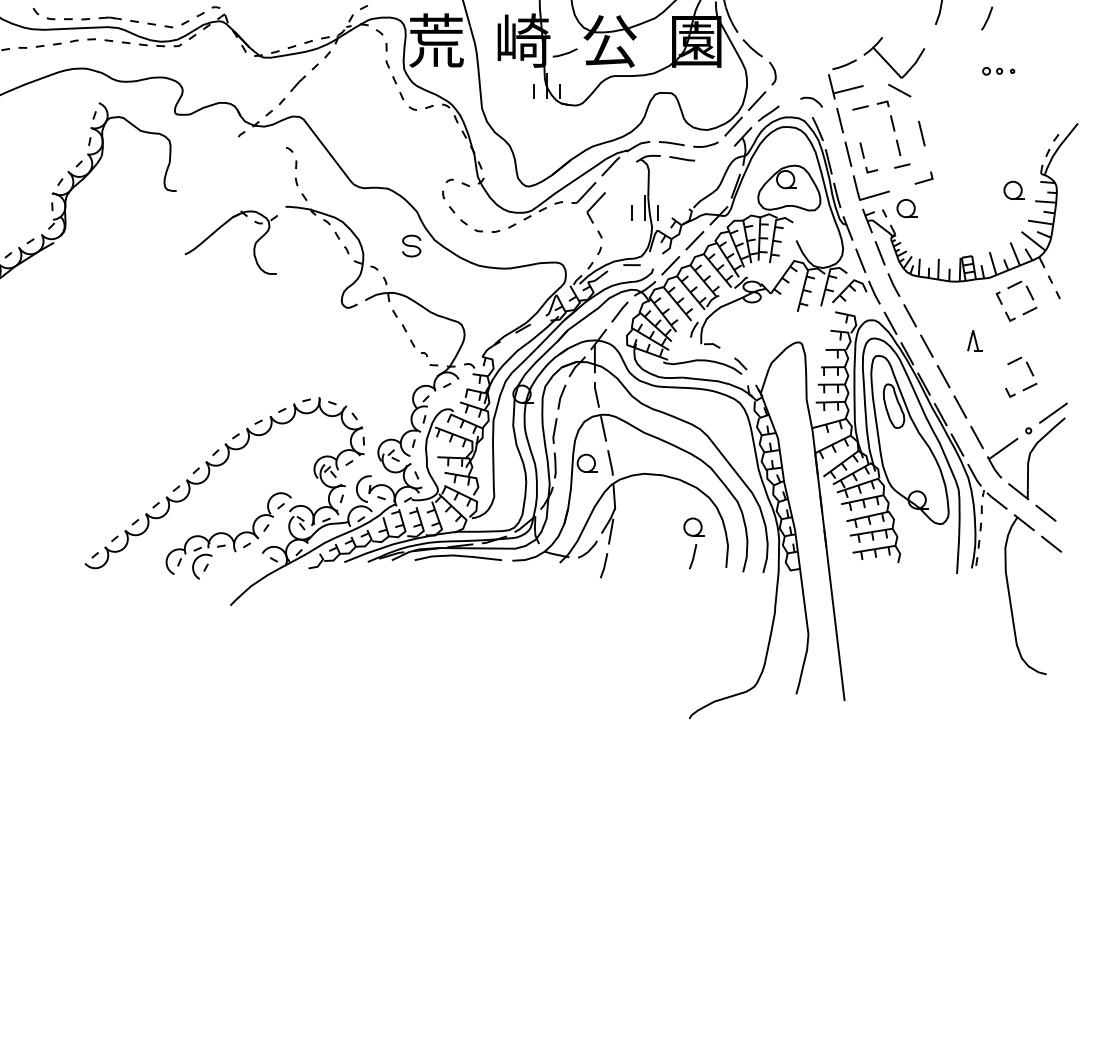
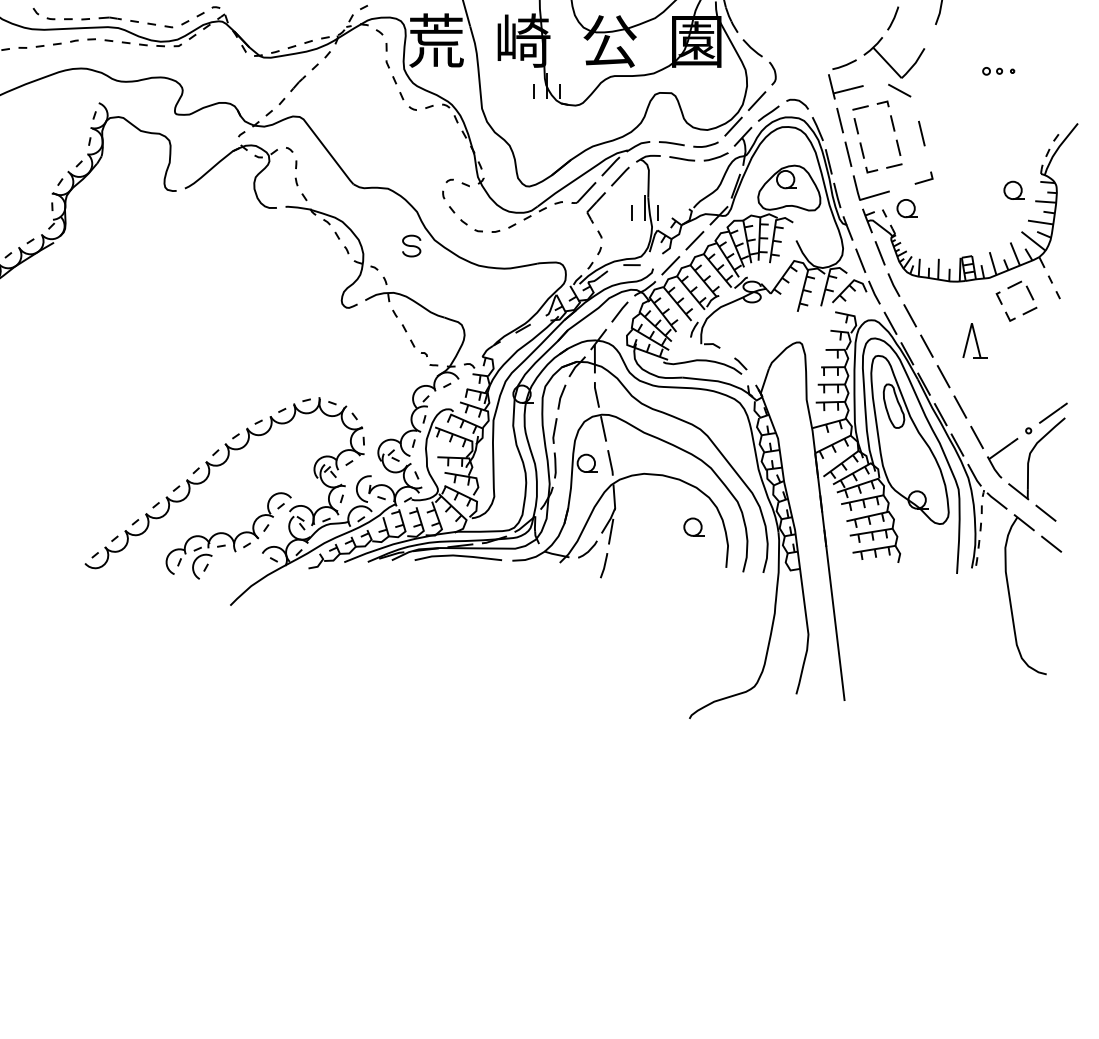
line at (987, 18) position: (987, 18) -> (893, 18)
curve at (564, 53) position: (564, 53) -> (715, 157)
curve at (811, 99) position: (811, 99) -> (797, 101)
line at (855, 126): none -> present
line at (902, 165) position: (902, 165) -> (894, 165)
line at (620, 176): none -> present
part at (219, 229) position: (219, 229) -> (219, 163)
part at (974, 340) size: 16x22 px -> 26x36 px
part at (1030, 372): present -> none
line at (693, 556): present -> none
